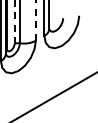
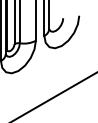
line at (35, 20): dashed -> solid
line at (14, 22): dashed -> solid
